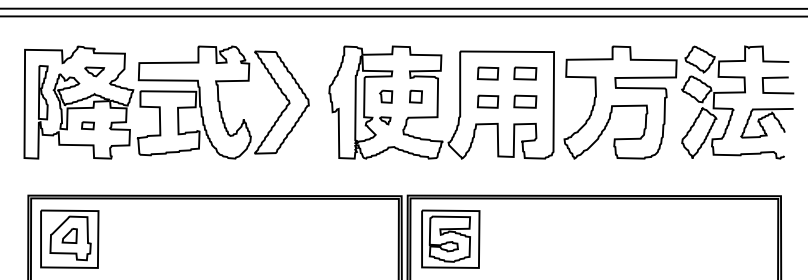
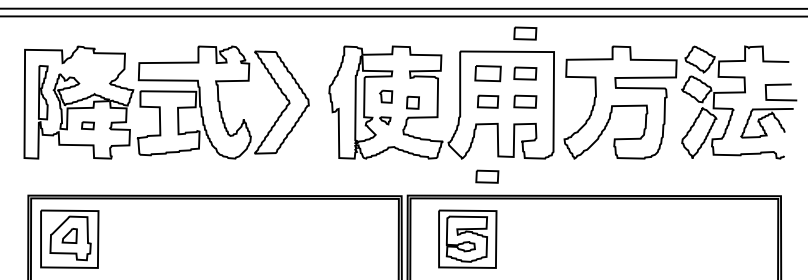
part at (525, 33): none -> present
part at (94, 71): present -> none
part at (487, 73) size: 24x15 px -> 28x18 px
line at (777, 78) position: (777, 78) -> (780, 85)
part at (415, 96) position: (415, 96) -> (412, 102)
part at (487, 176): none -> present
part at (450, 238) position: (450, 238) -> (467, 238)
